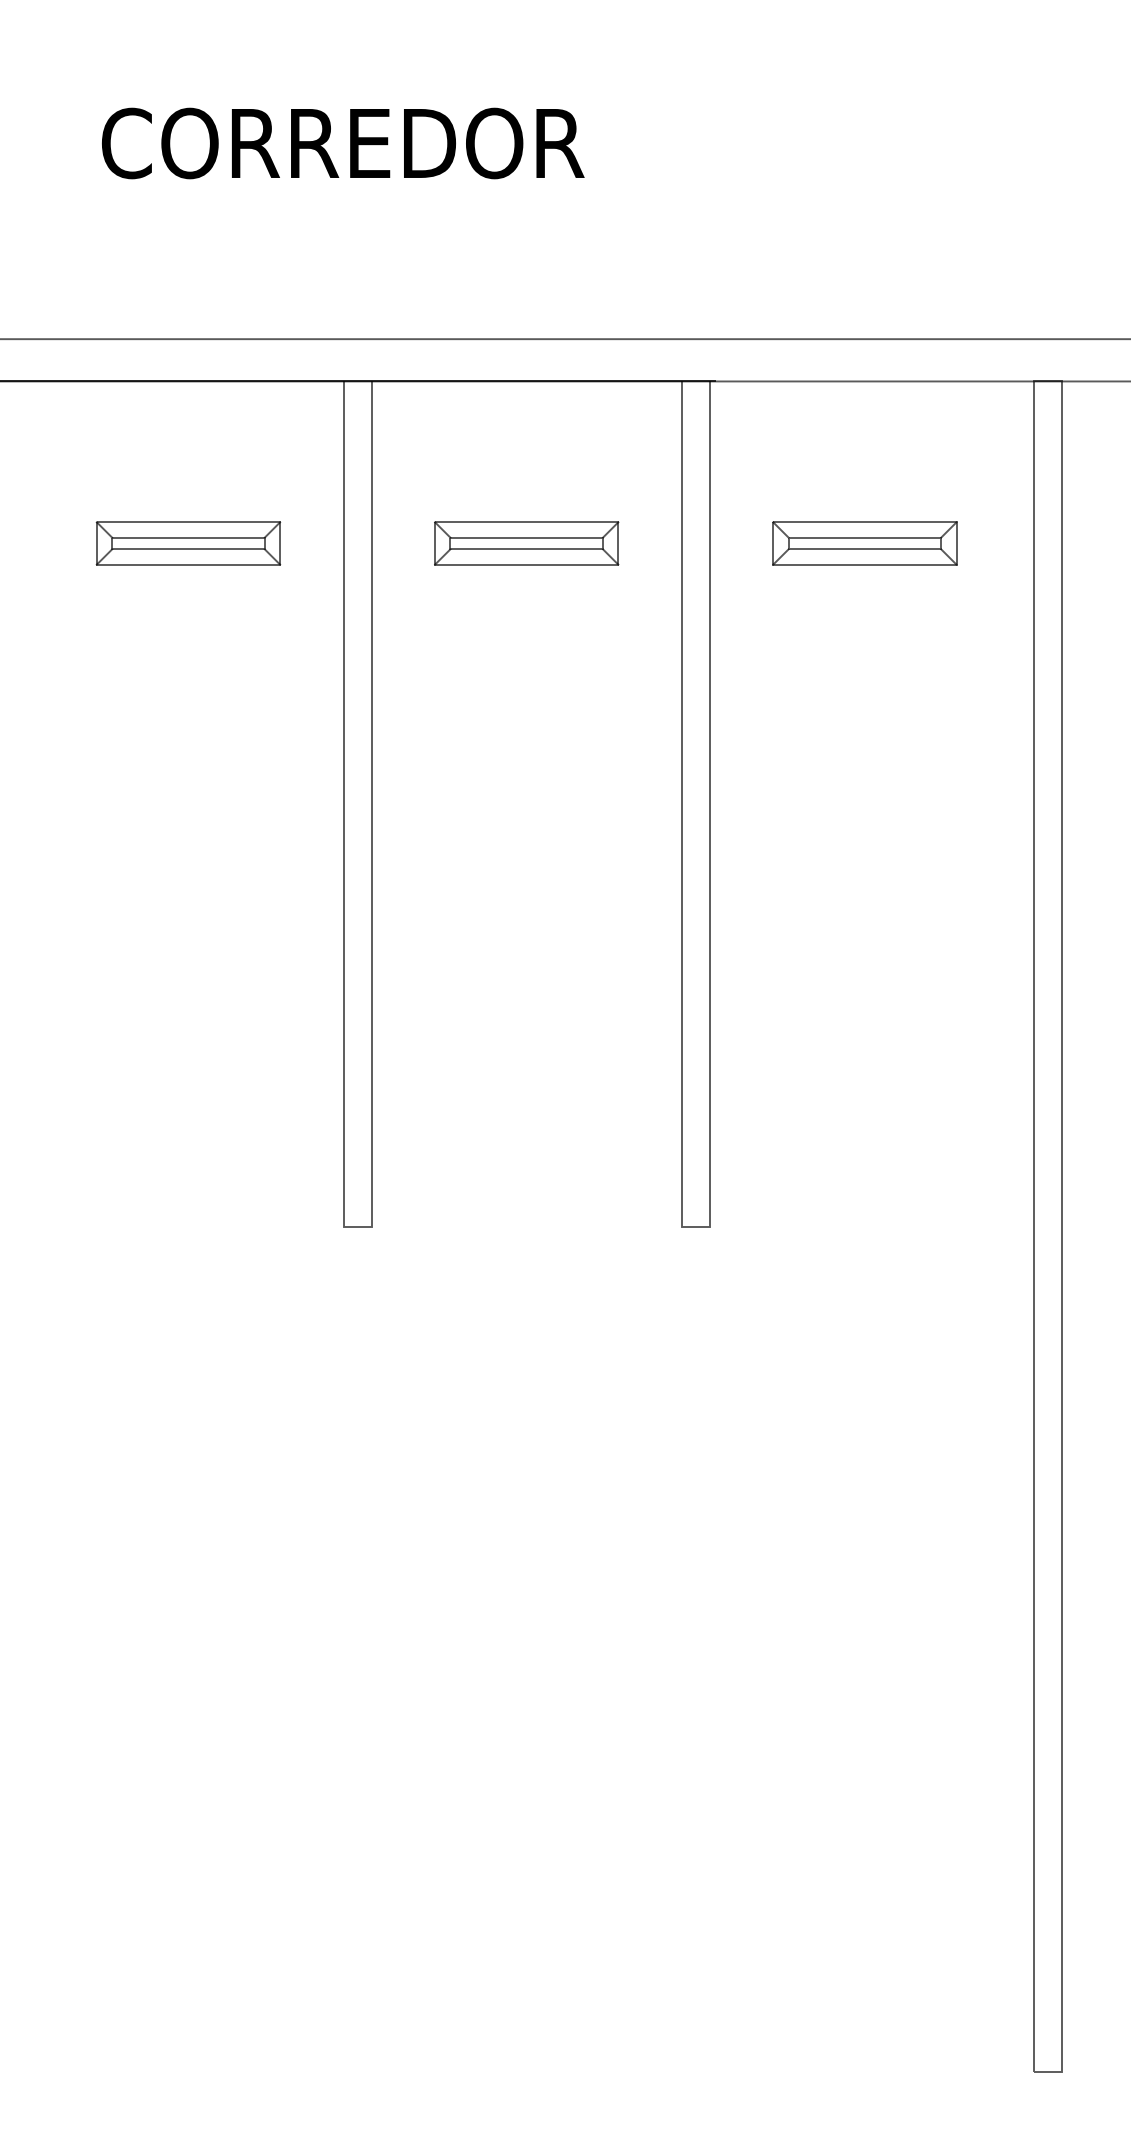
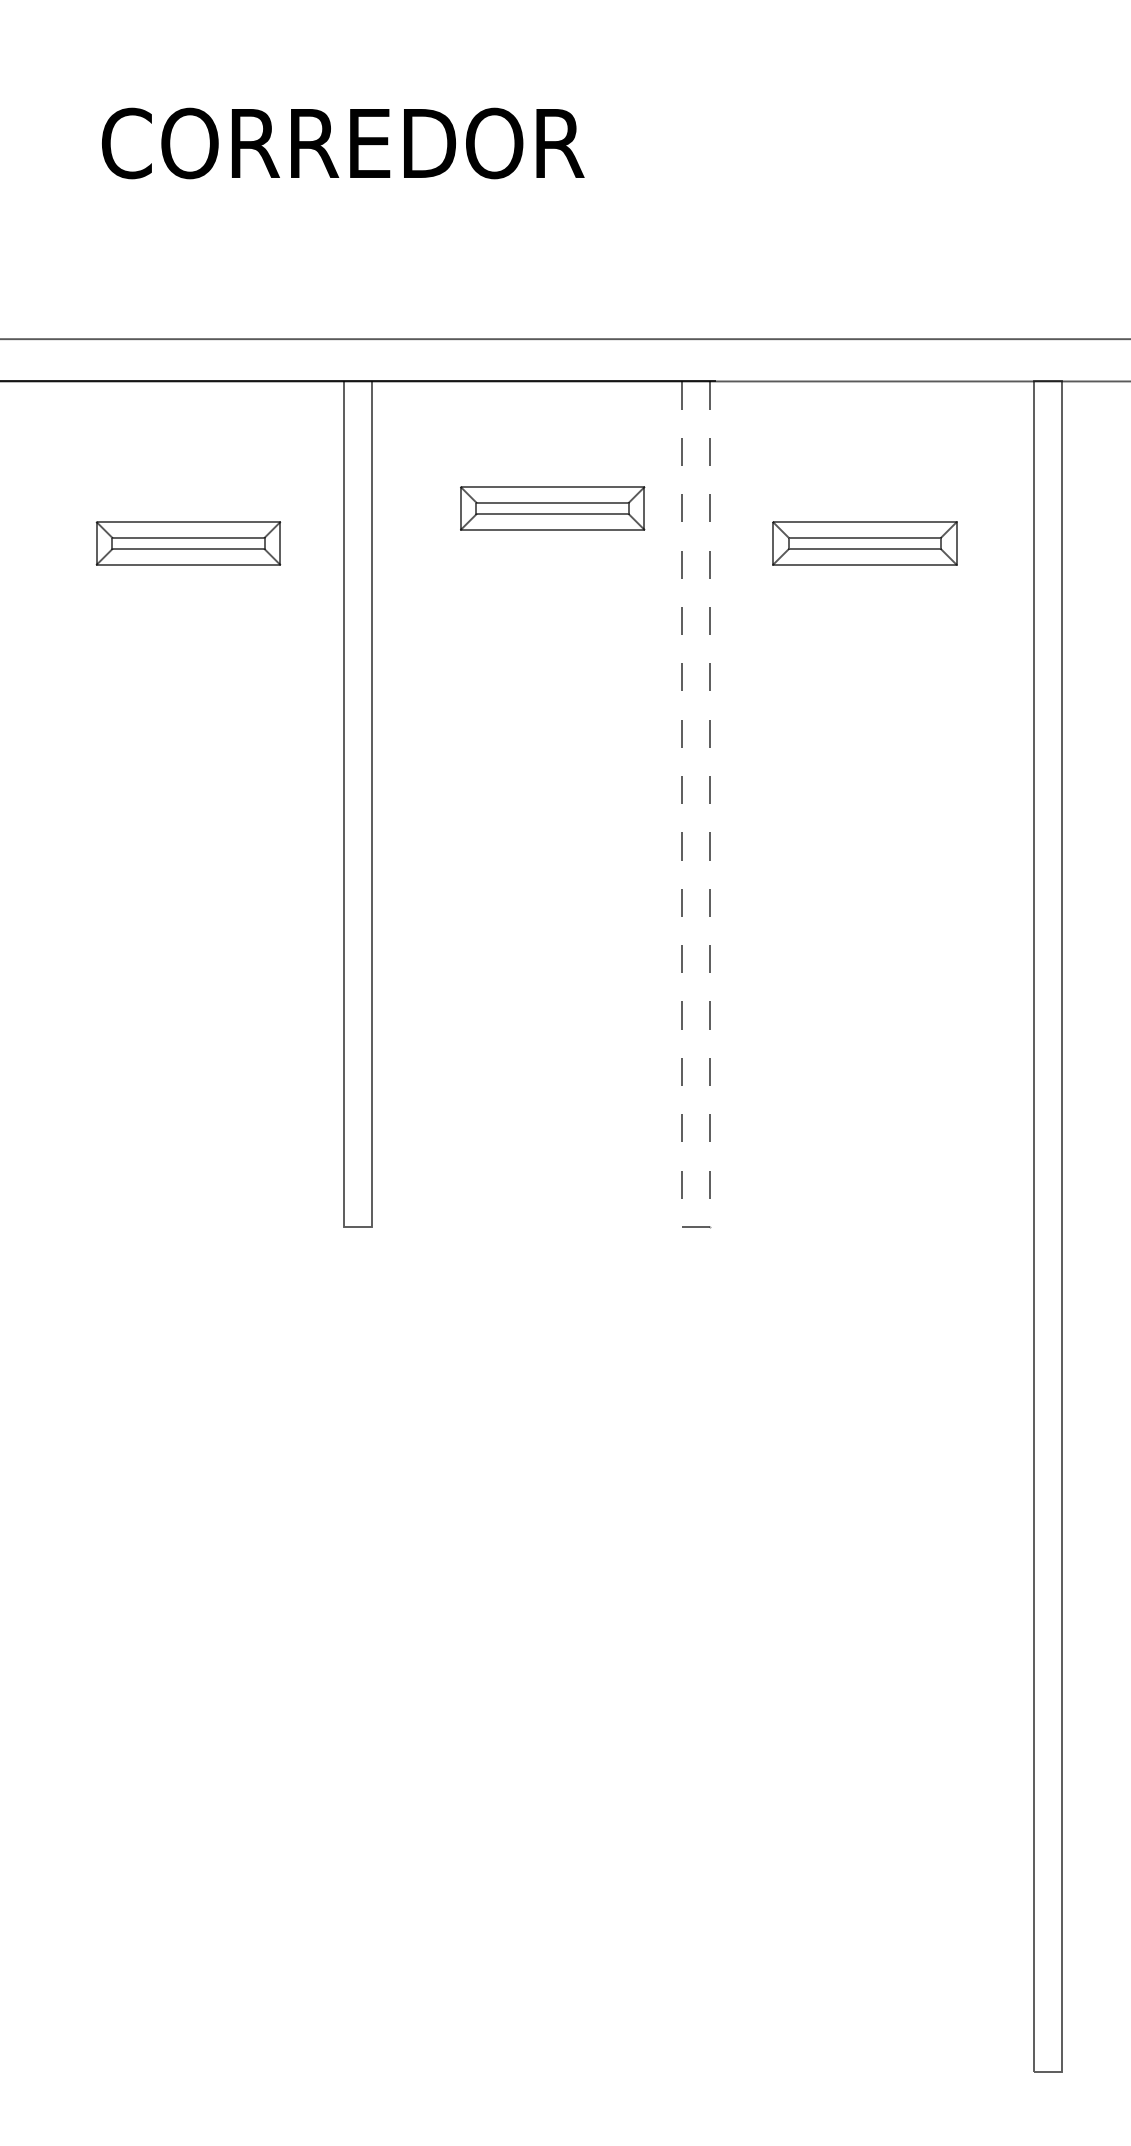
part at (526, 543) position: (526, 543) -> (552, 508)
line at (696, 1226): solid -> dashed
